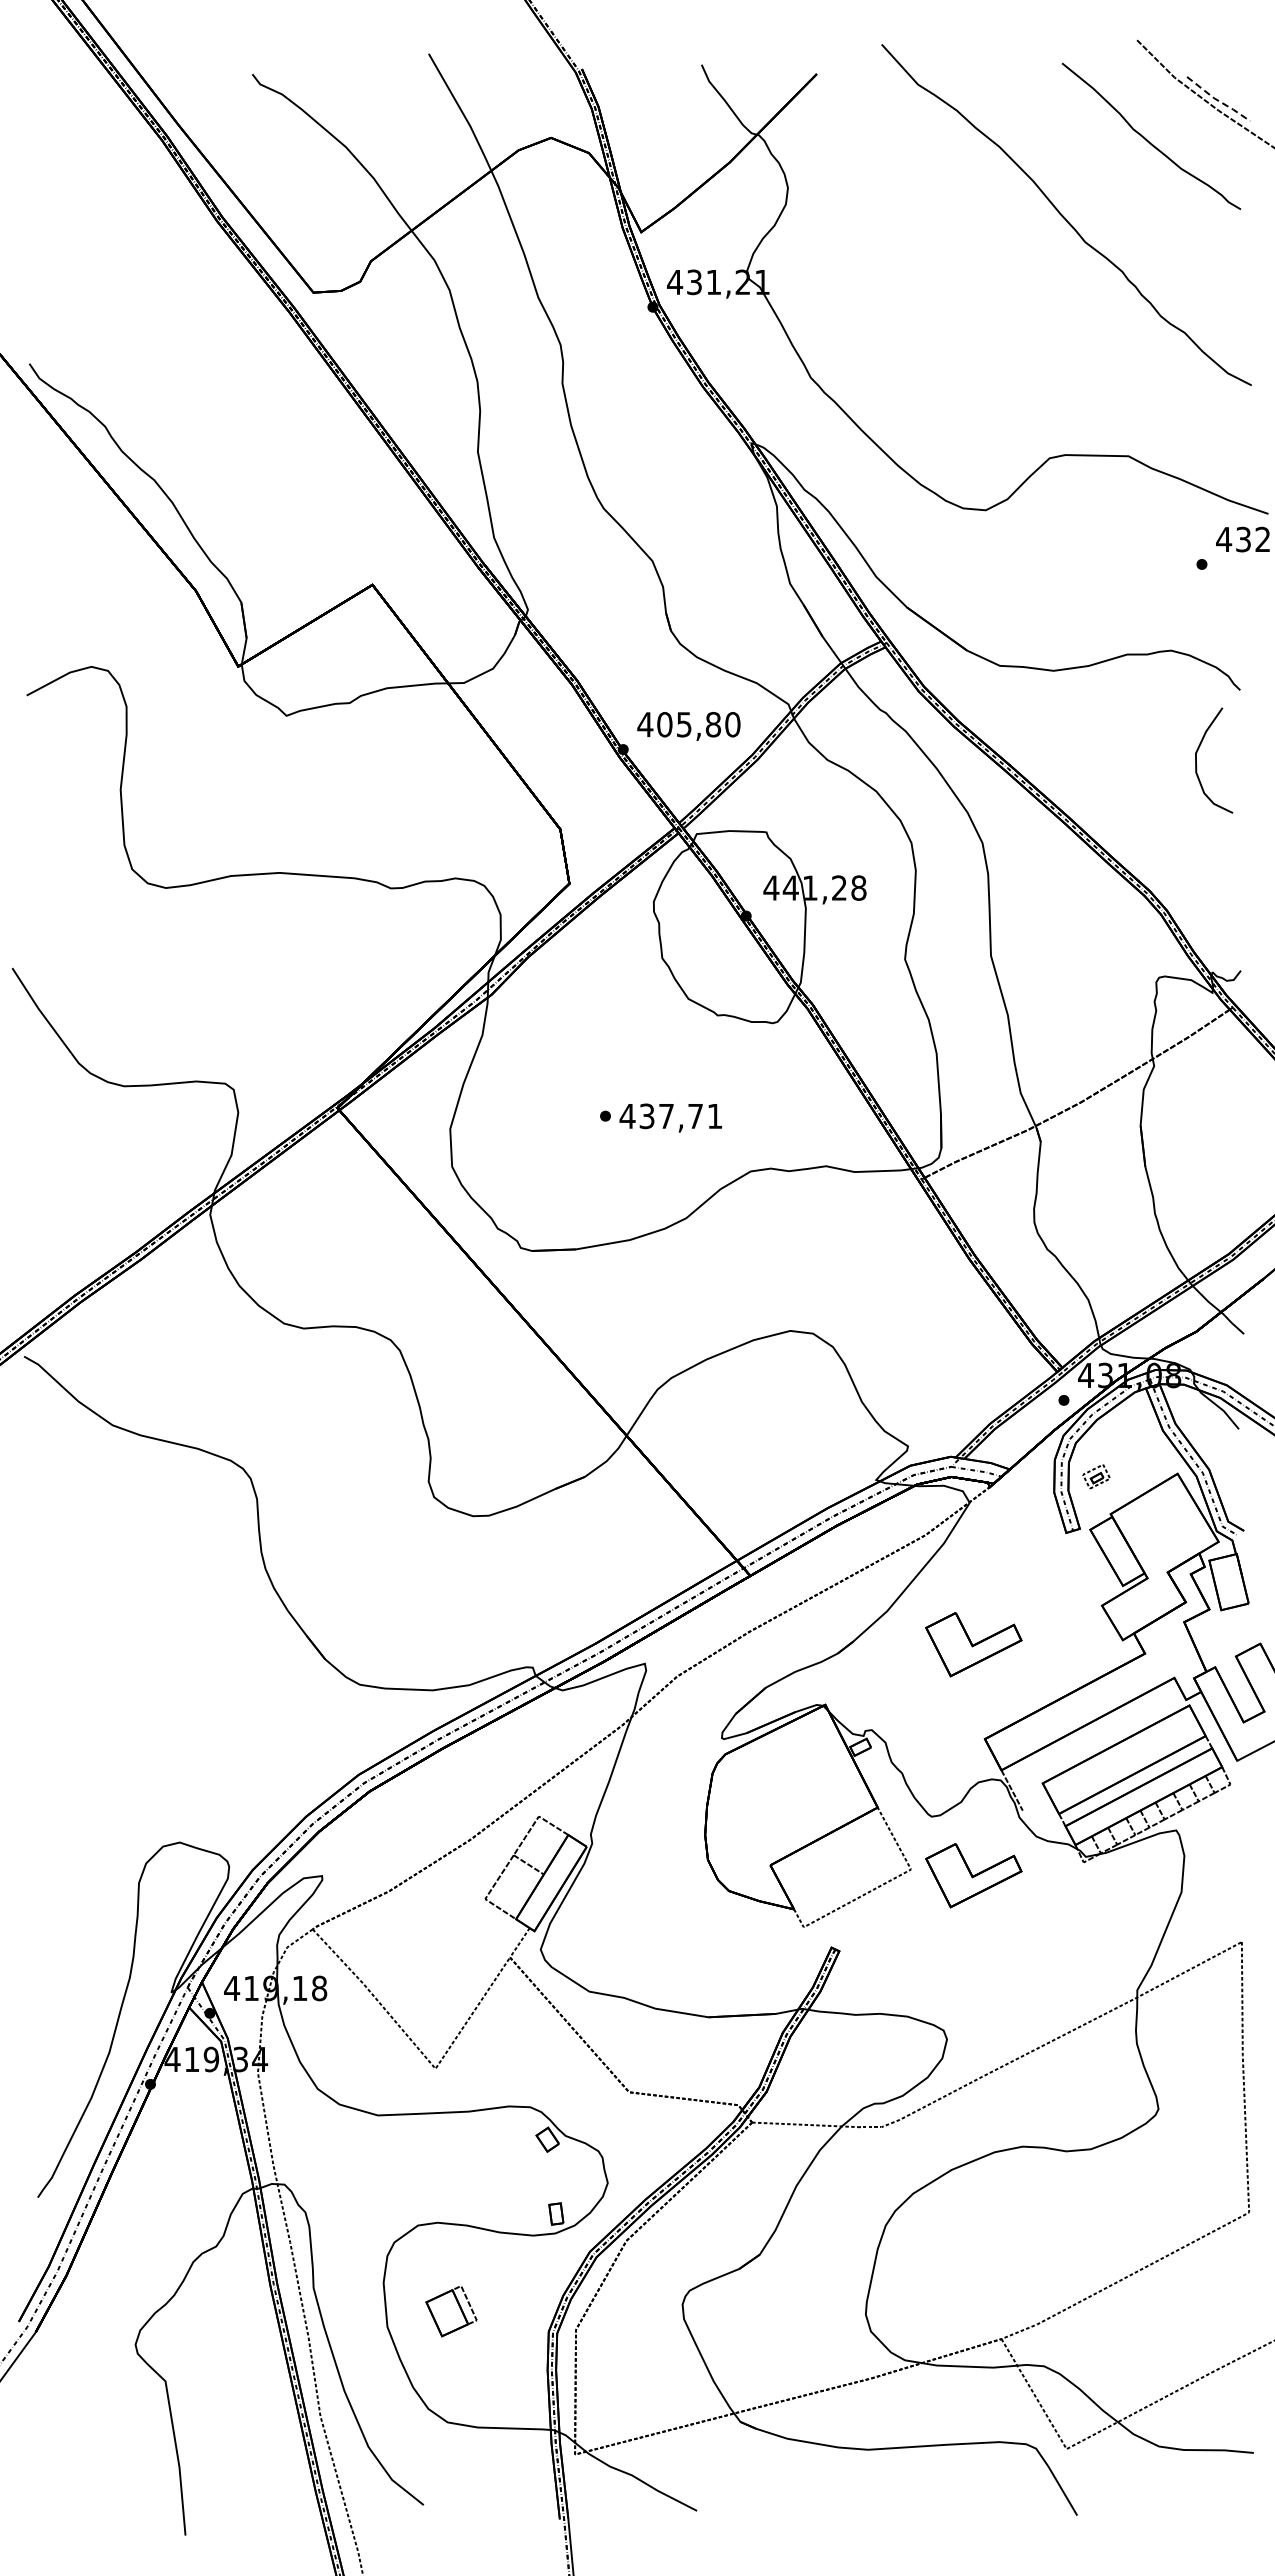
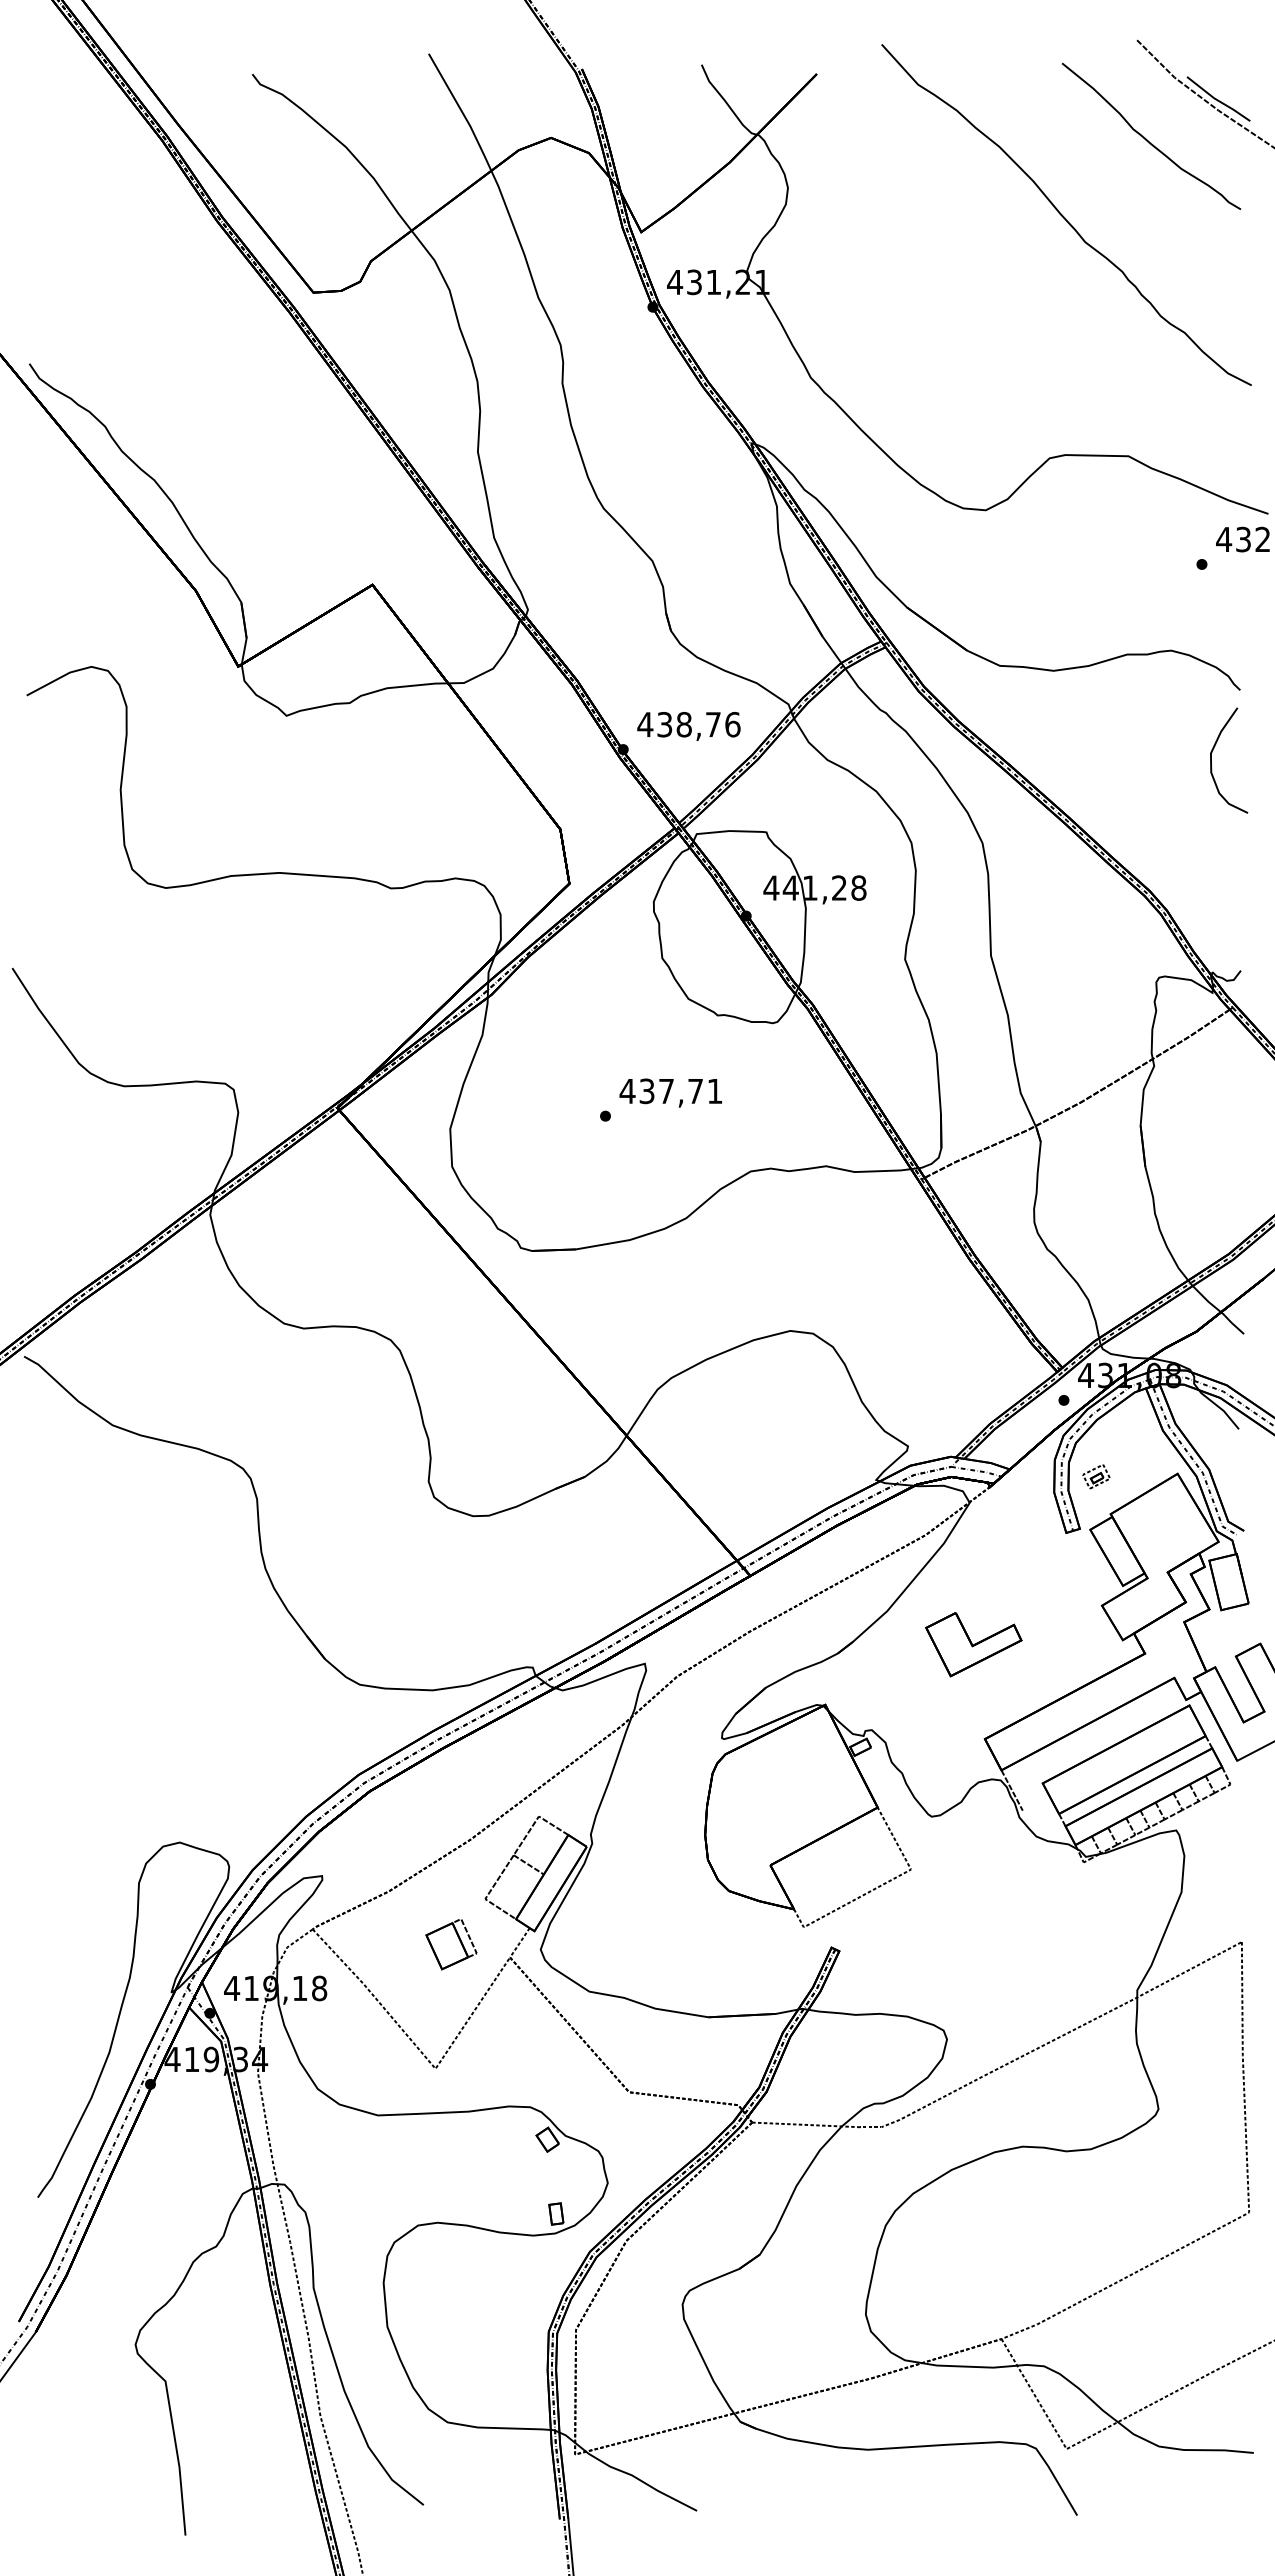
line at (1218, 100): dashed -> solid
text at (698, 724): 405,80 -> 438,76
curve at (1196, 760) position: (1196, 760) -> (1211, 760)
text at (670, 1117) position: (670, 1117) -> (670, 1092)
part at (973, 1875): present -> none
part at (451, 2311) position: (451, 2311) -> (451, 1944)
